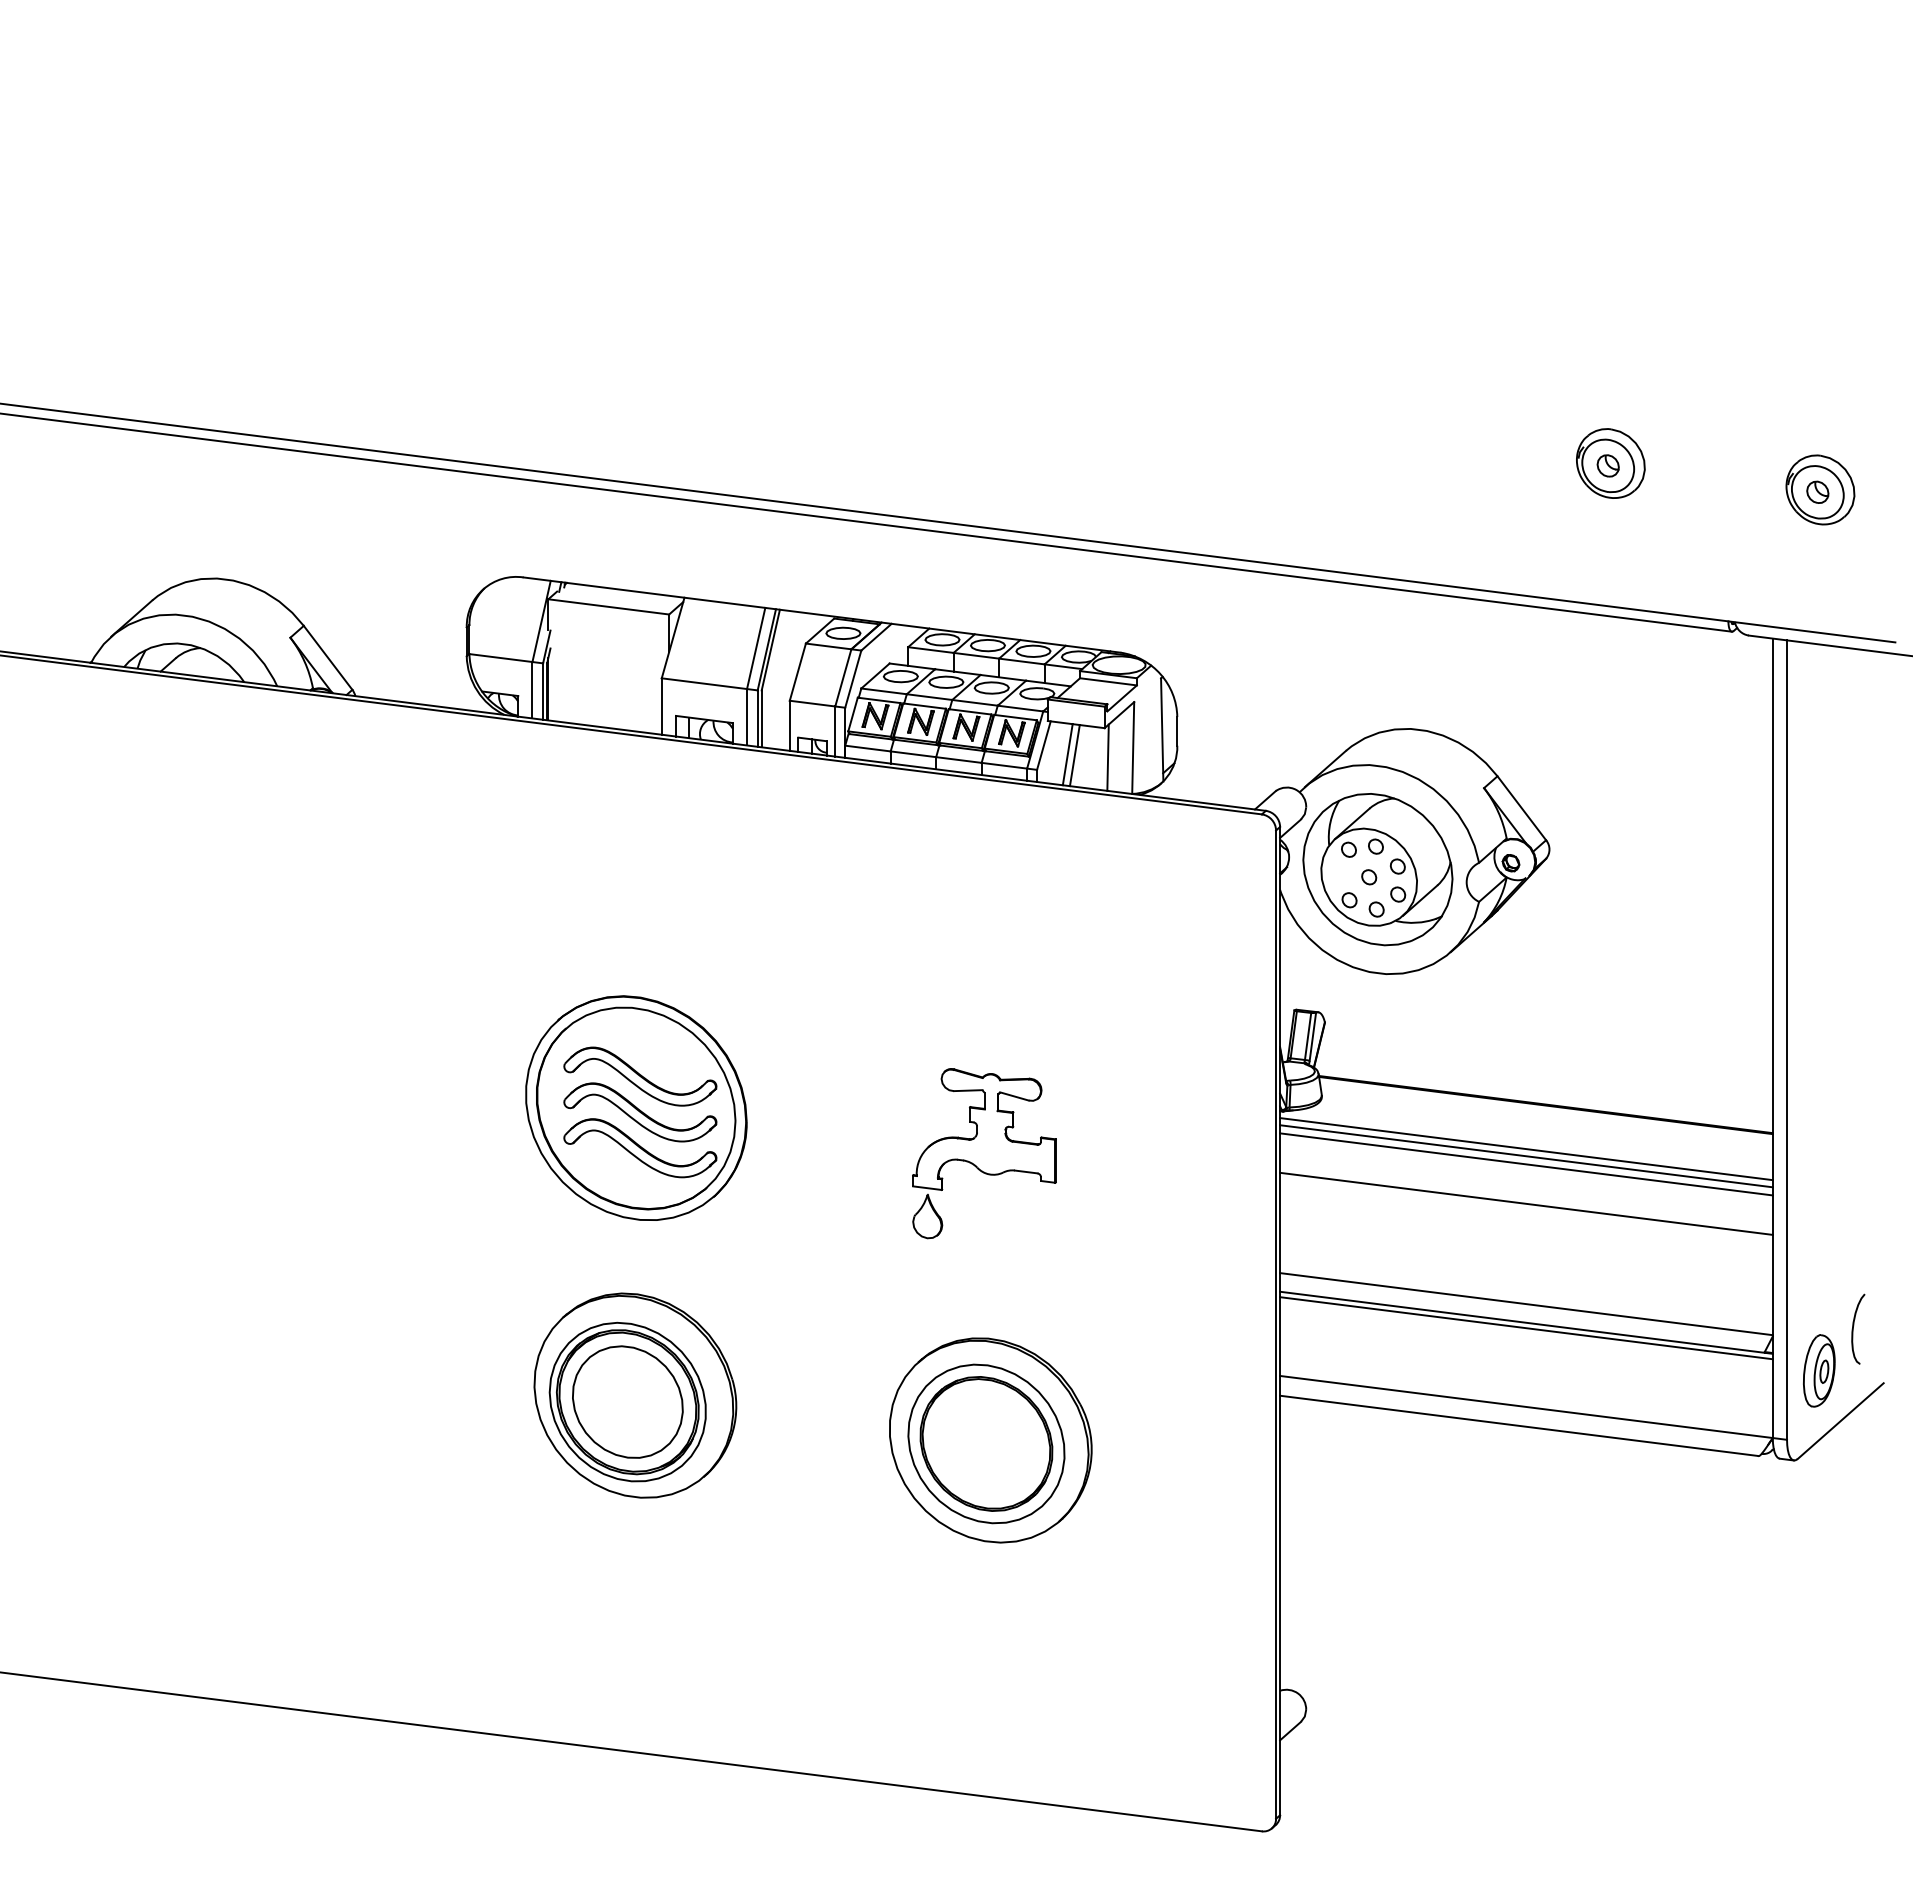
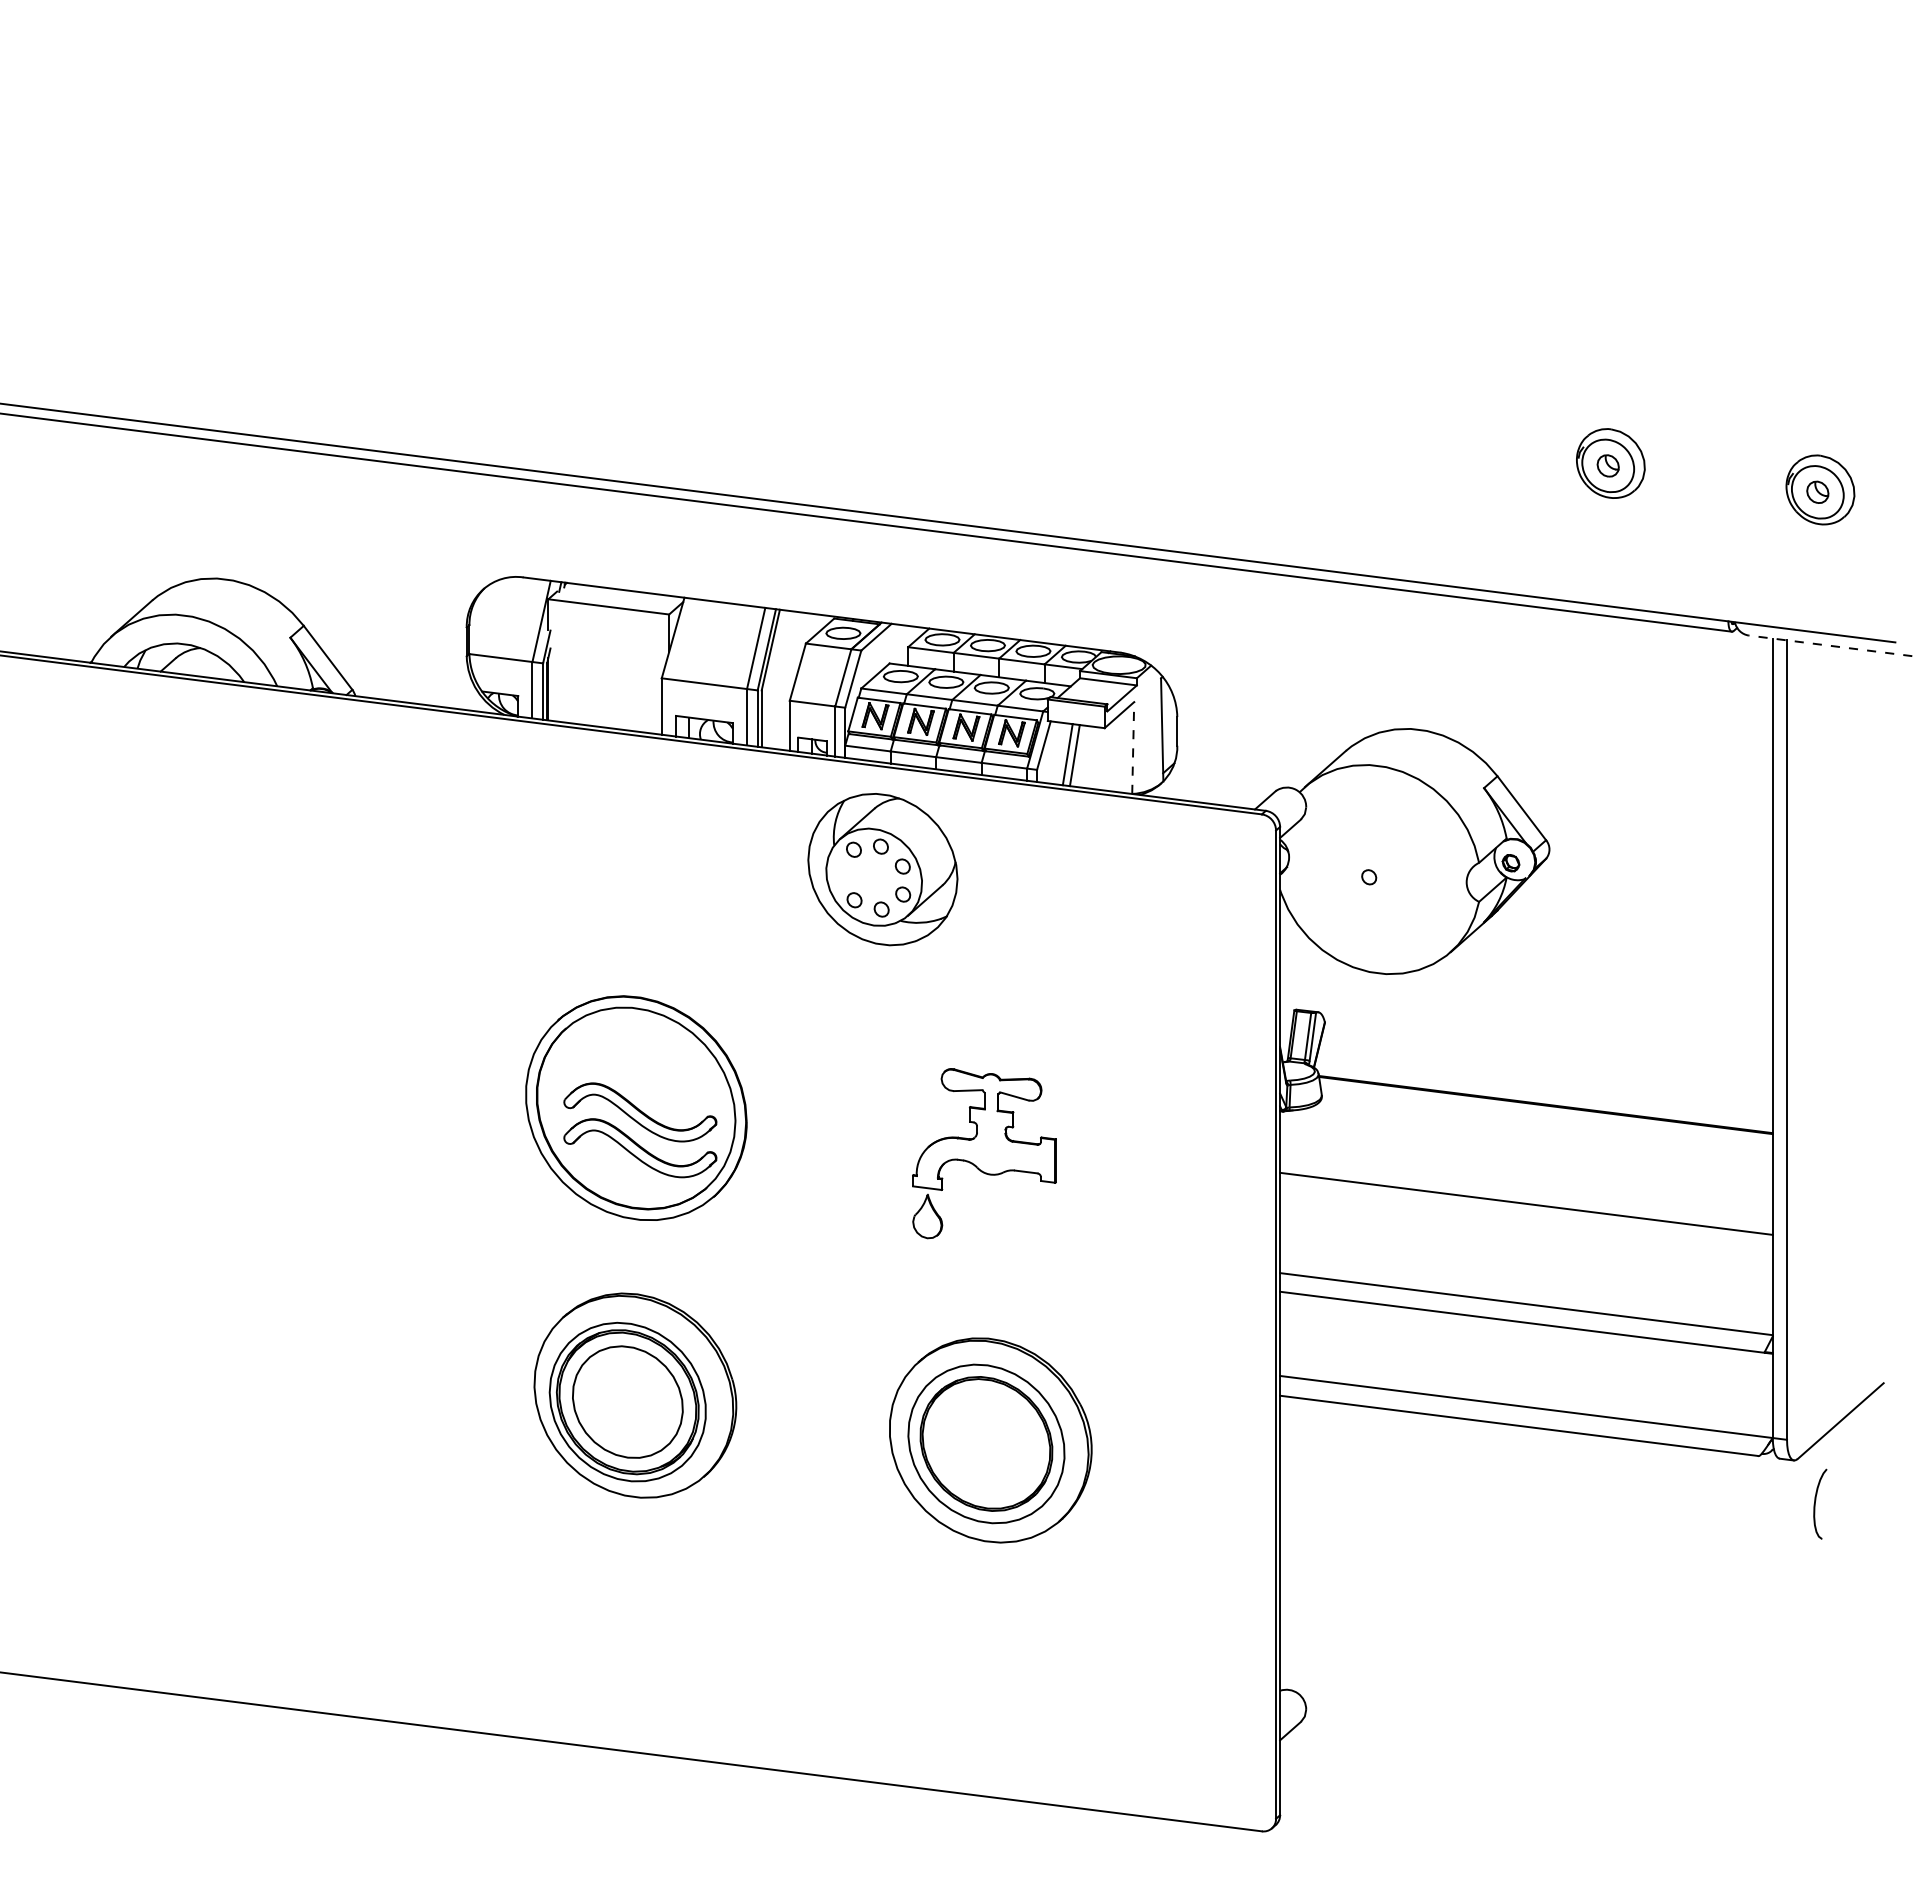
line at (1830, 645): solid -> dashed
line at (1133, 748): solid -> dashed
line at (1107, 757): present -> none
part at (1377, 869) position: (1377, 869) -> (882, 869)
part at (640, 1076): present -> none
line at (1526, 1149): present -> none
line at (1526, 1156): present -> none
line at (1526, 1164): present -> none
curve at (1854, 1325) position: (1854, 1325) -> (1816, 1500)
line at (1526, 1328): present -> none
part at (1819, 1370): present -> none
